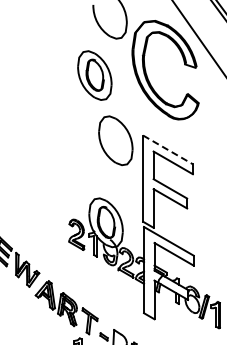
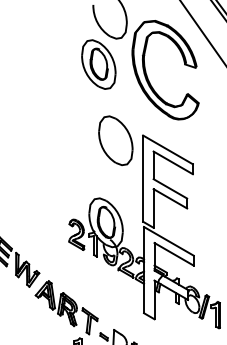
line at (198, 37) position: (198, 37) -> (202, 32)
part at (94, 75) position: (94, 75) -> (98, 64)
line at (168, 149): dashed -> solid
